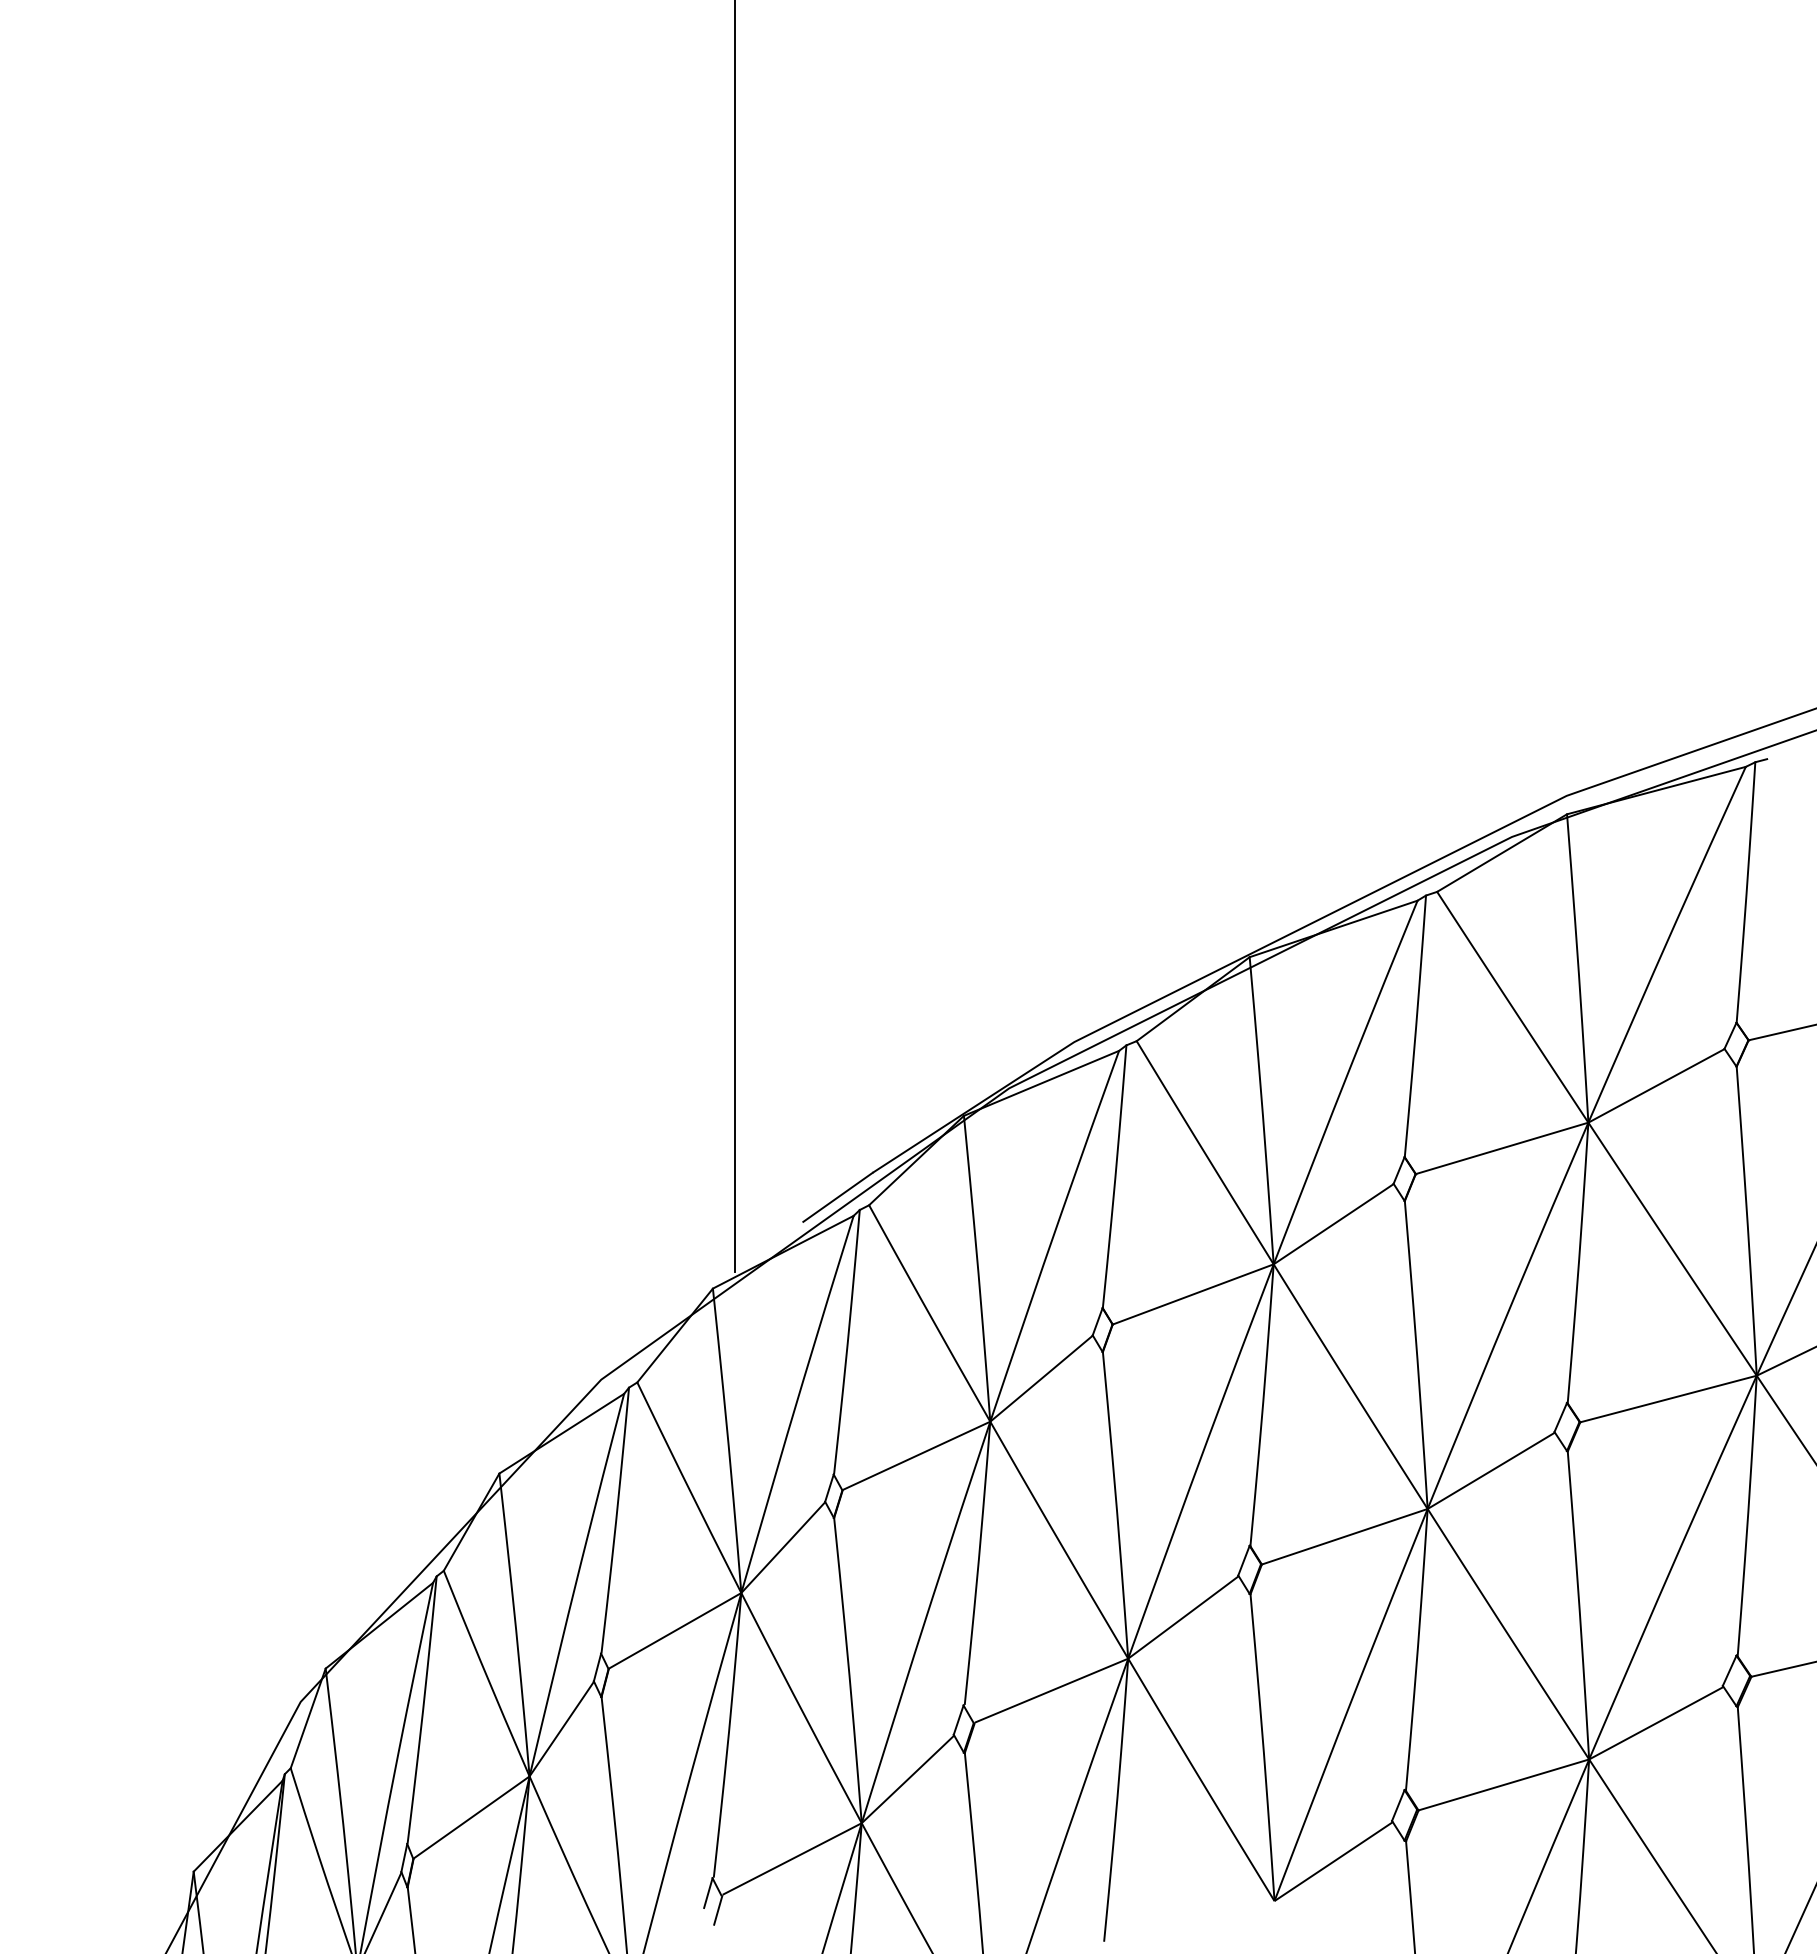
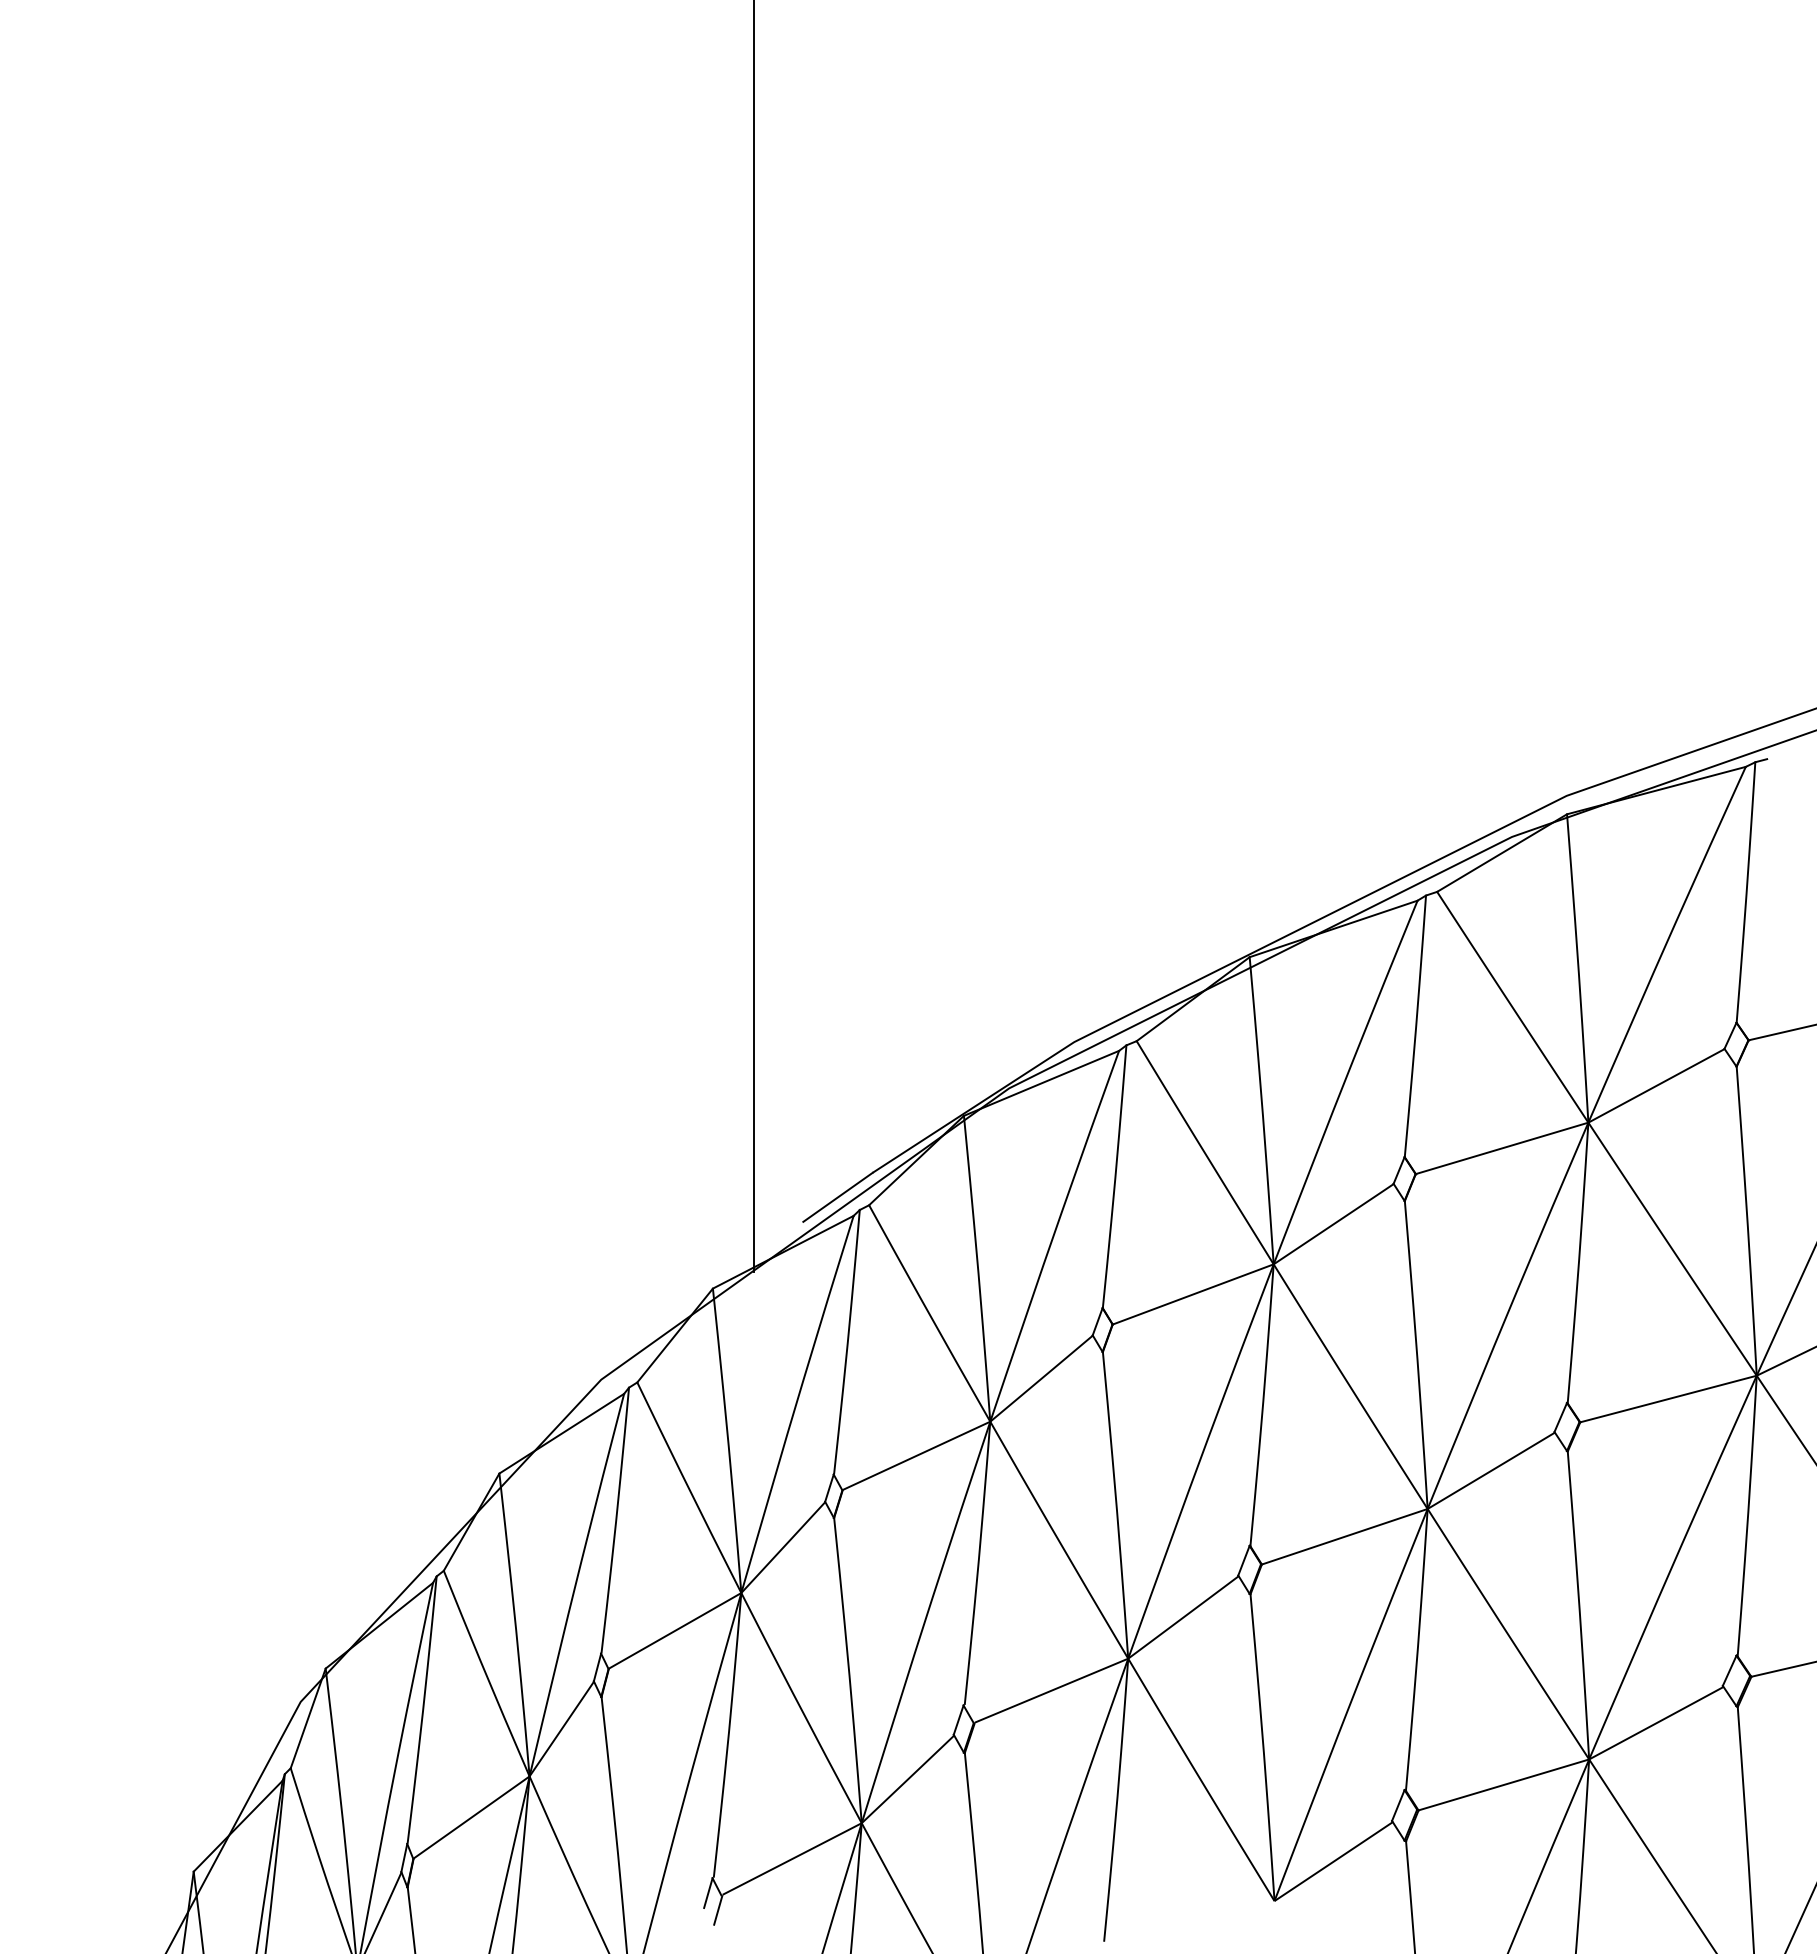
line at (734, 637) position: (734, 637) -> (753, 637)
